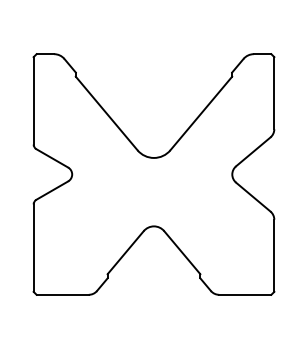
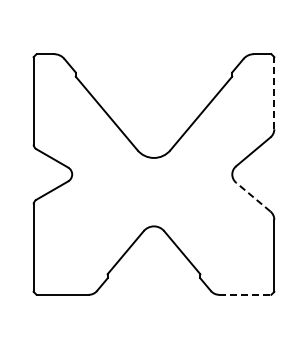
line at (274, 92): solid -> dashed
line at (252, 196): solid -> dashed
line at (245, 294): solid -> dashed
